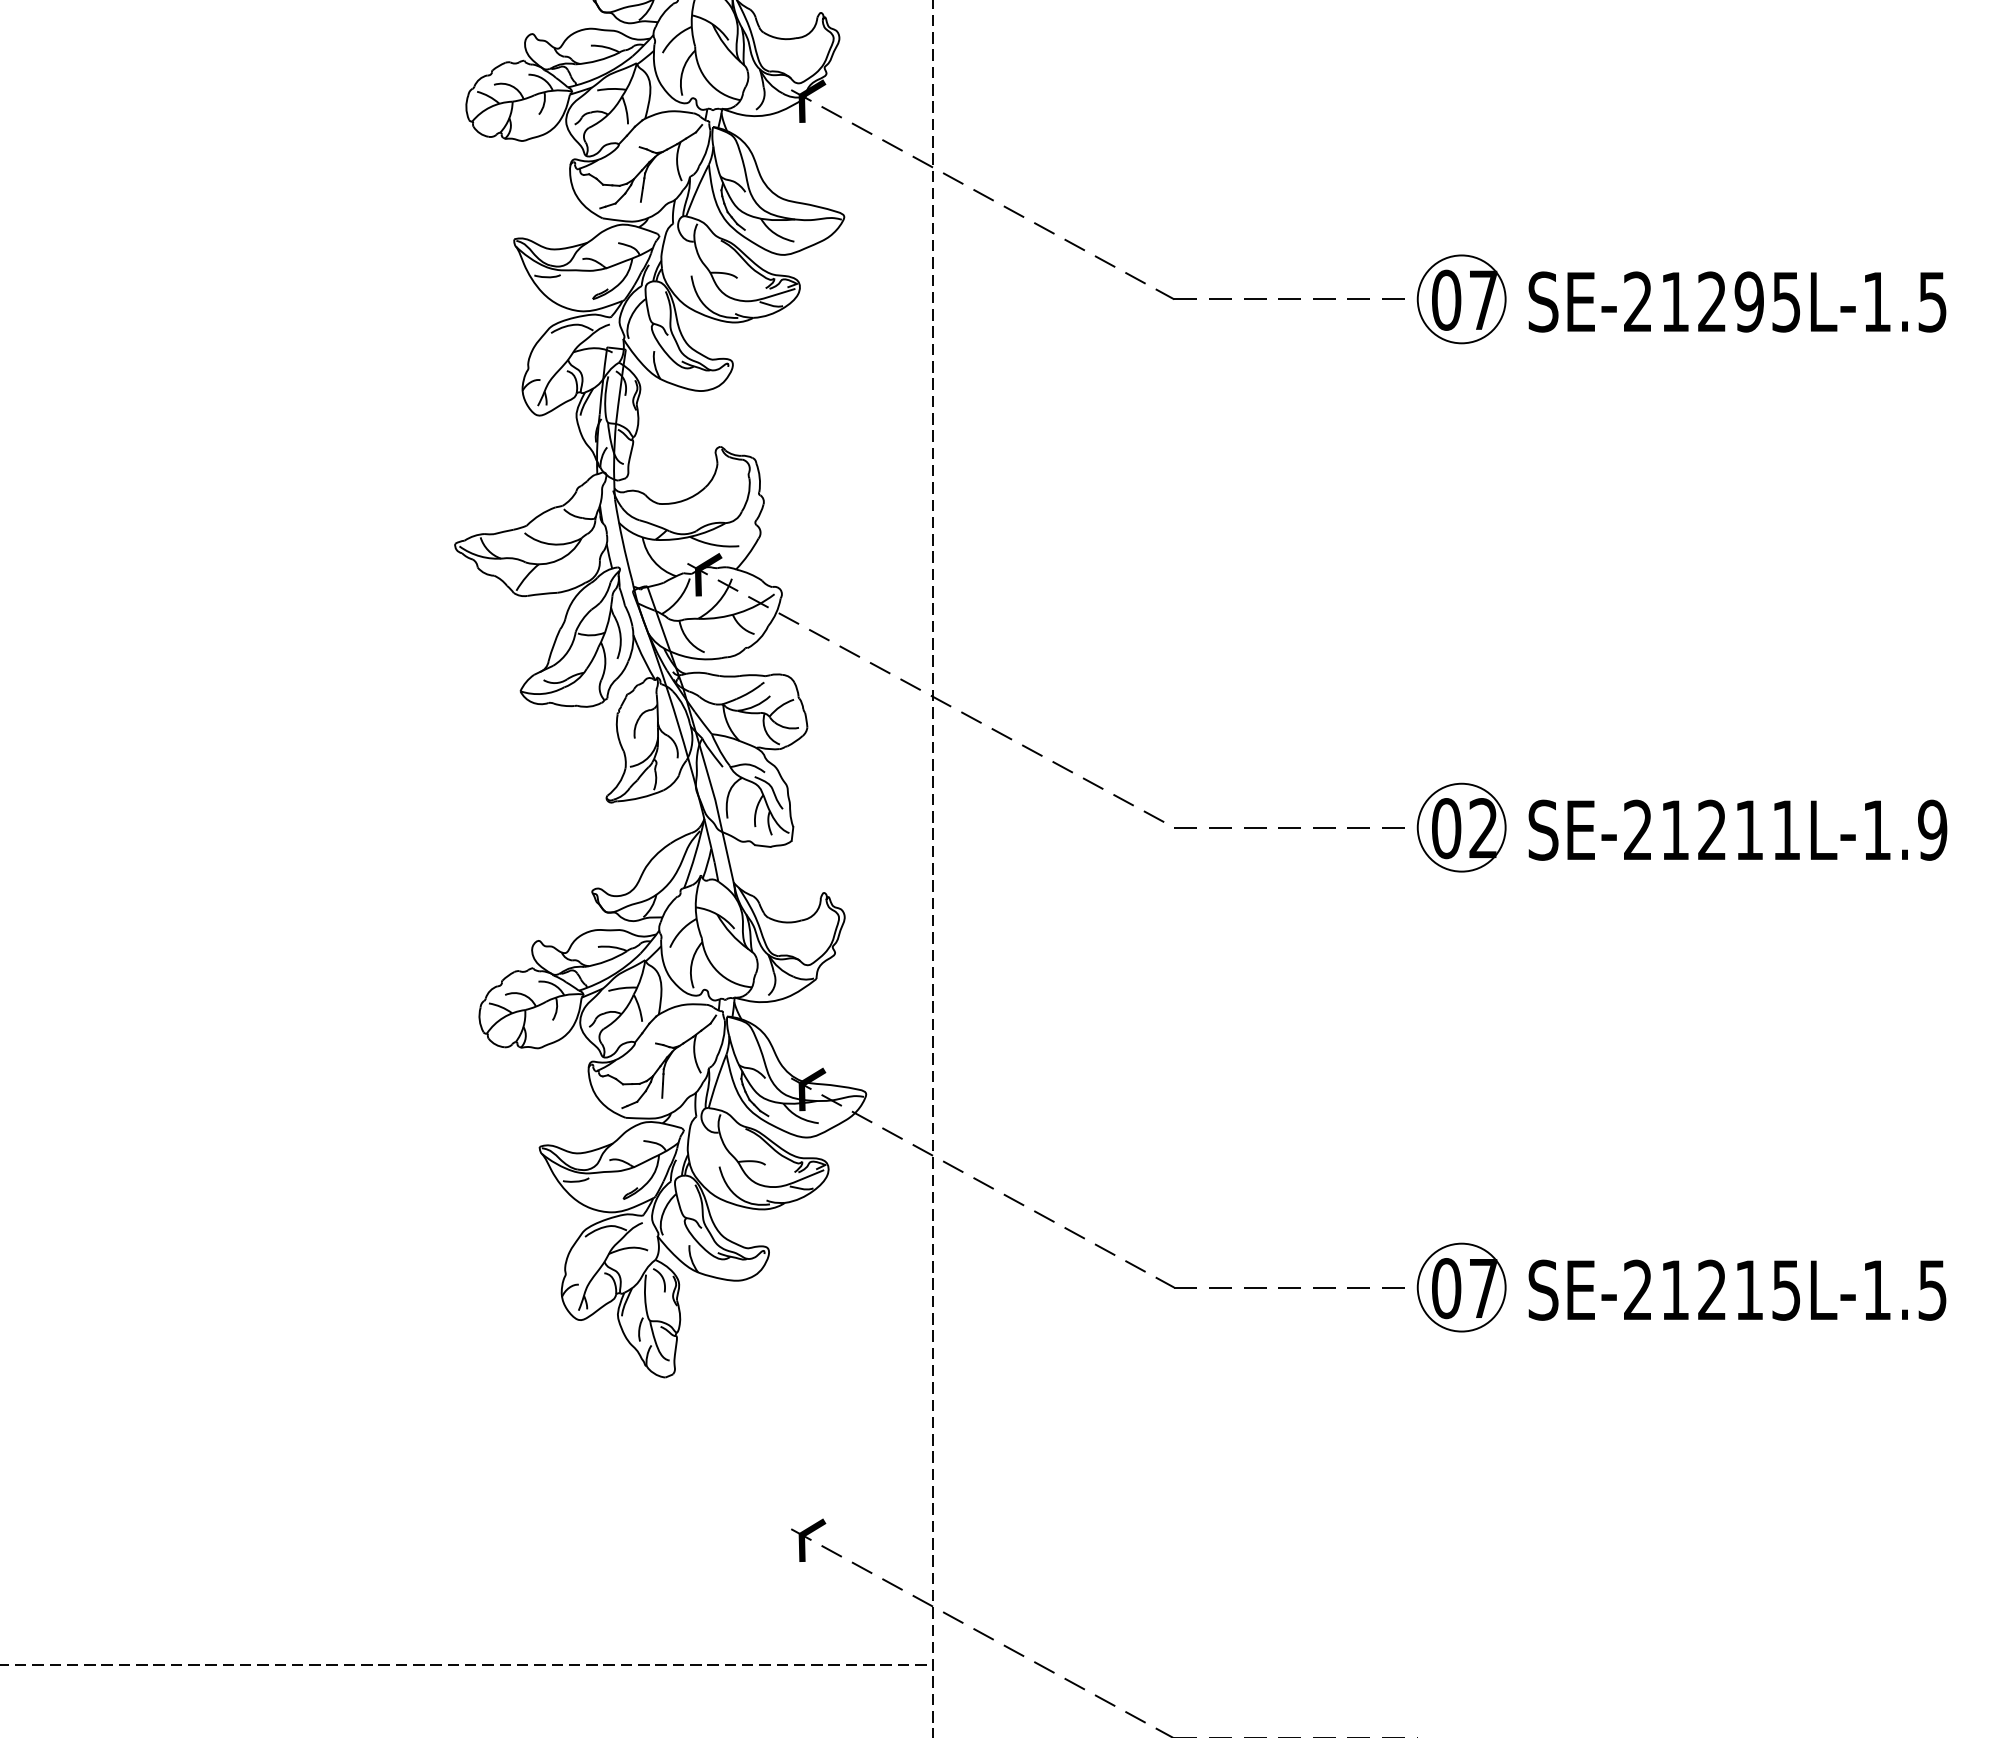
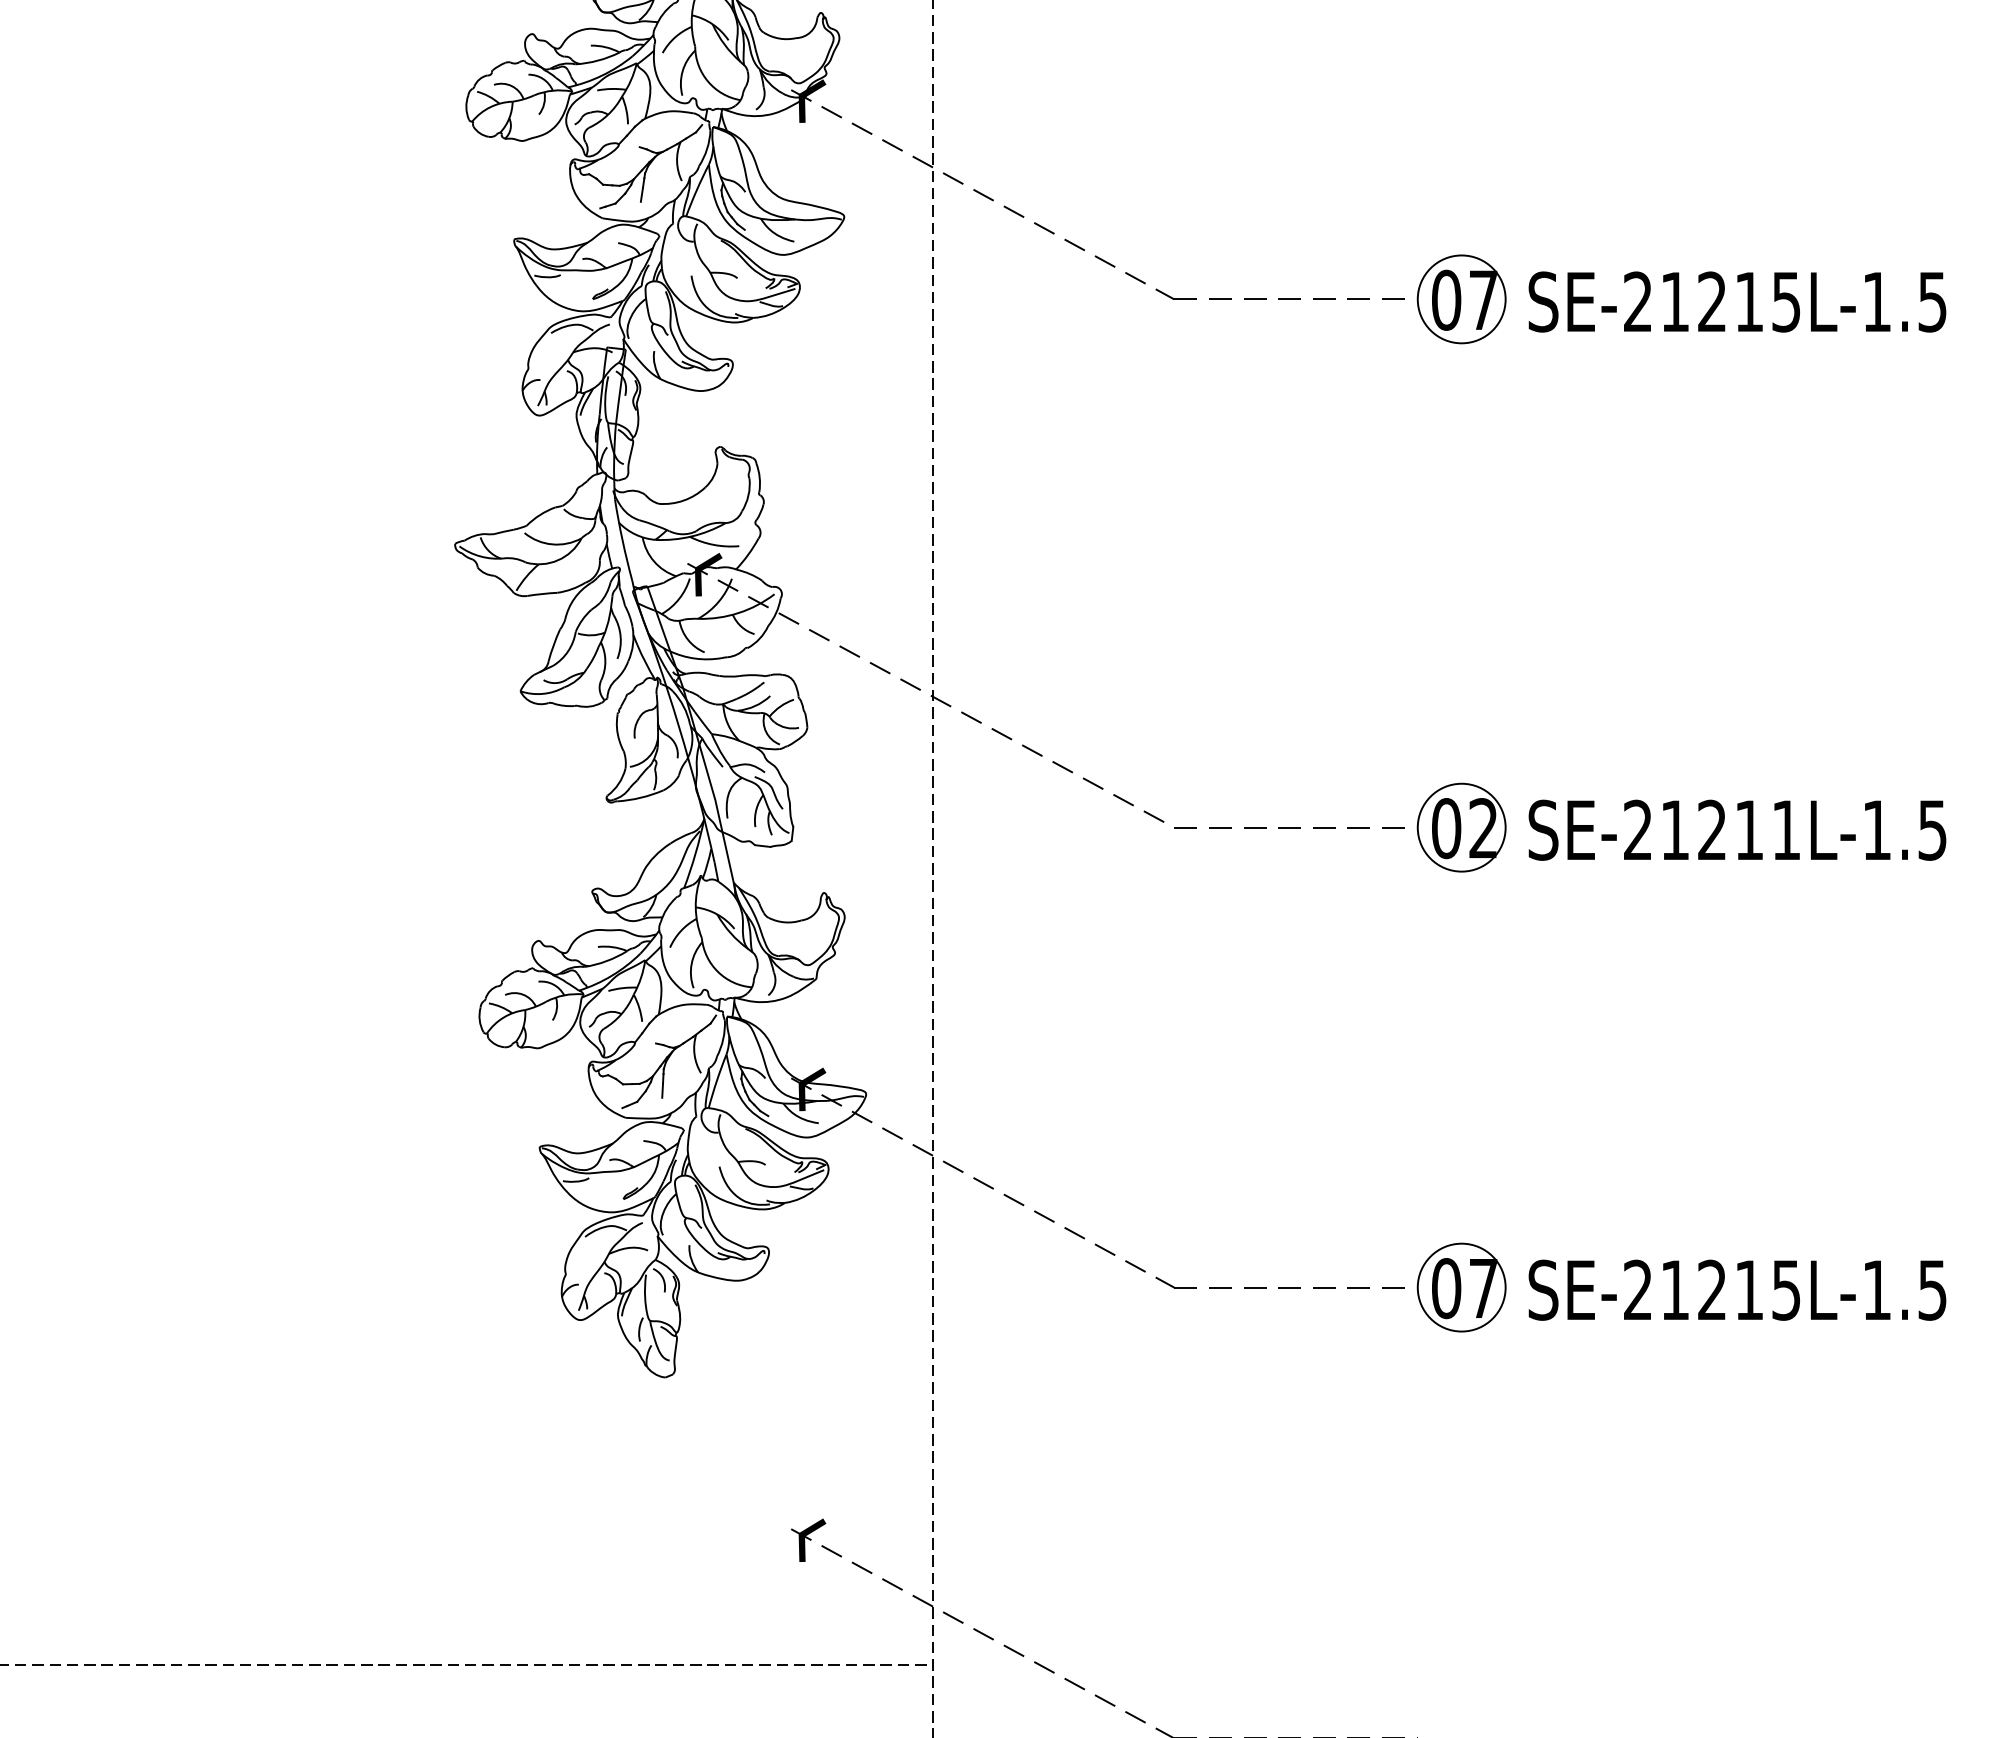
text at (1748, 301): SE-21295L-1.5 -> SE-21215L-1.5
text at (1932, 829): SE-21211L-1.9 -> SE-21211L-1.5
